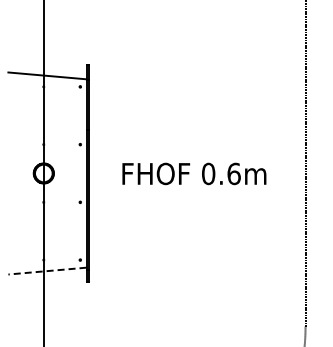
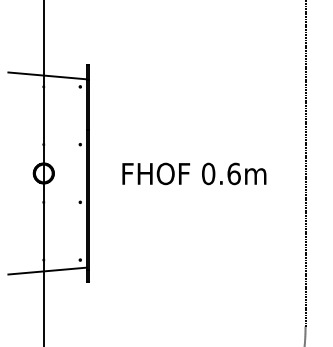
line at (46, 271): dashed -> solid
